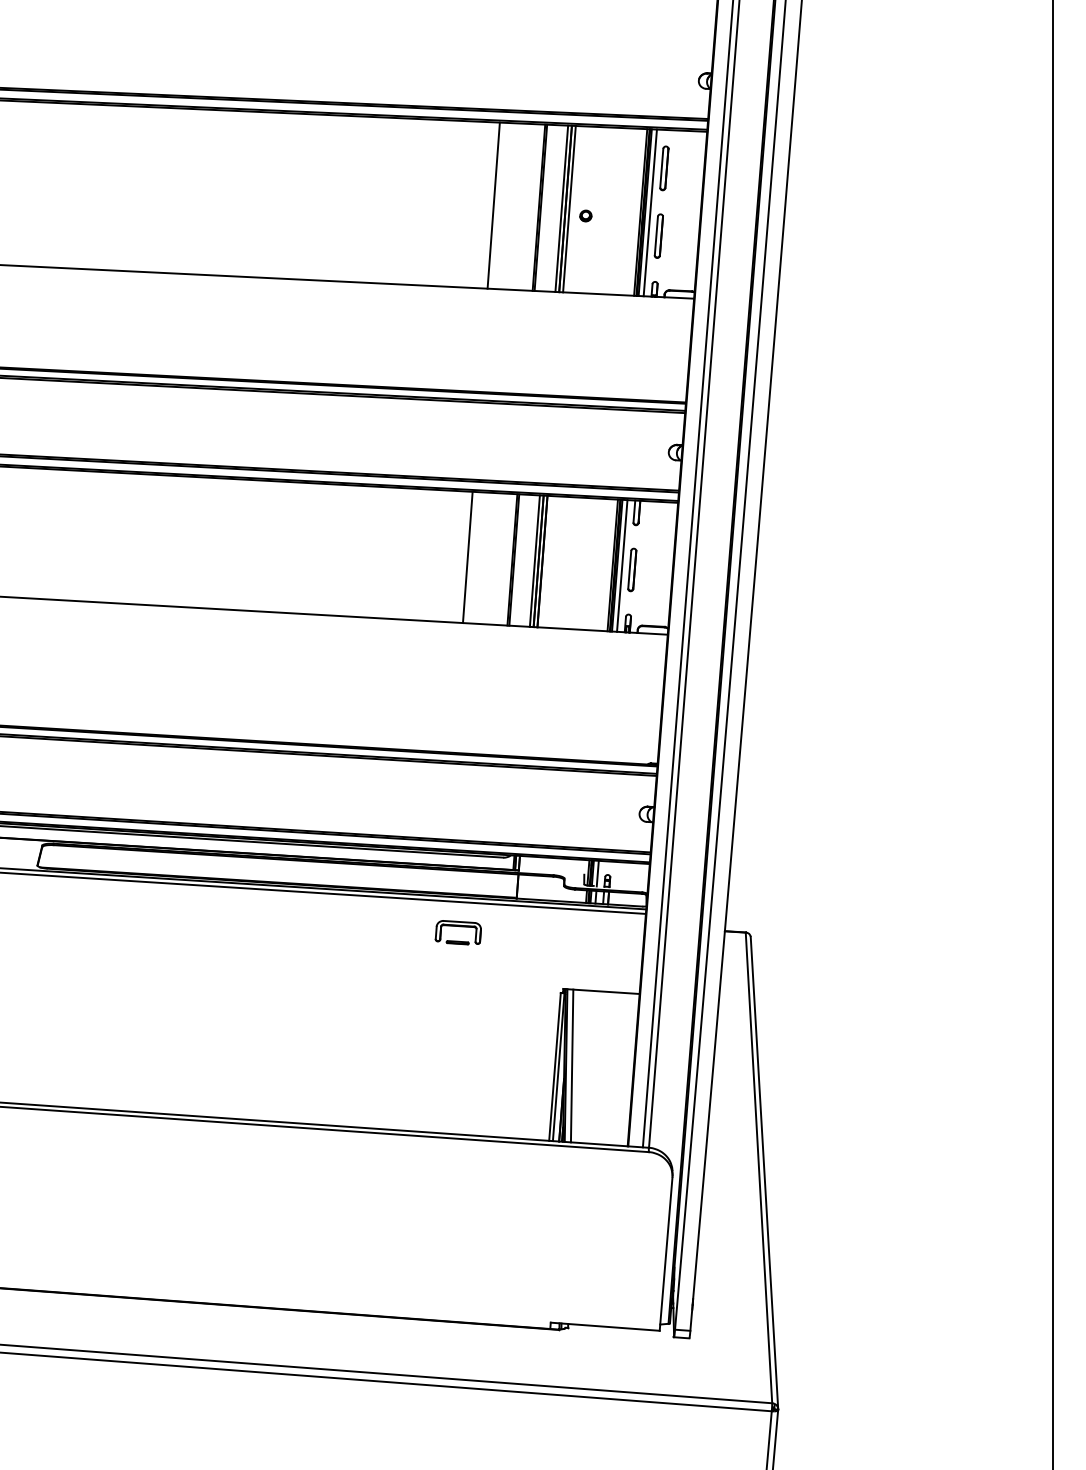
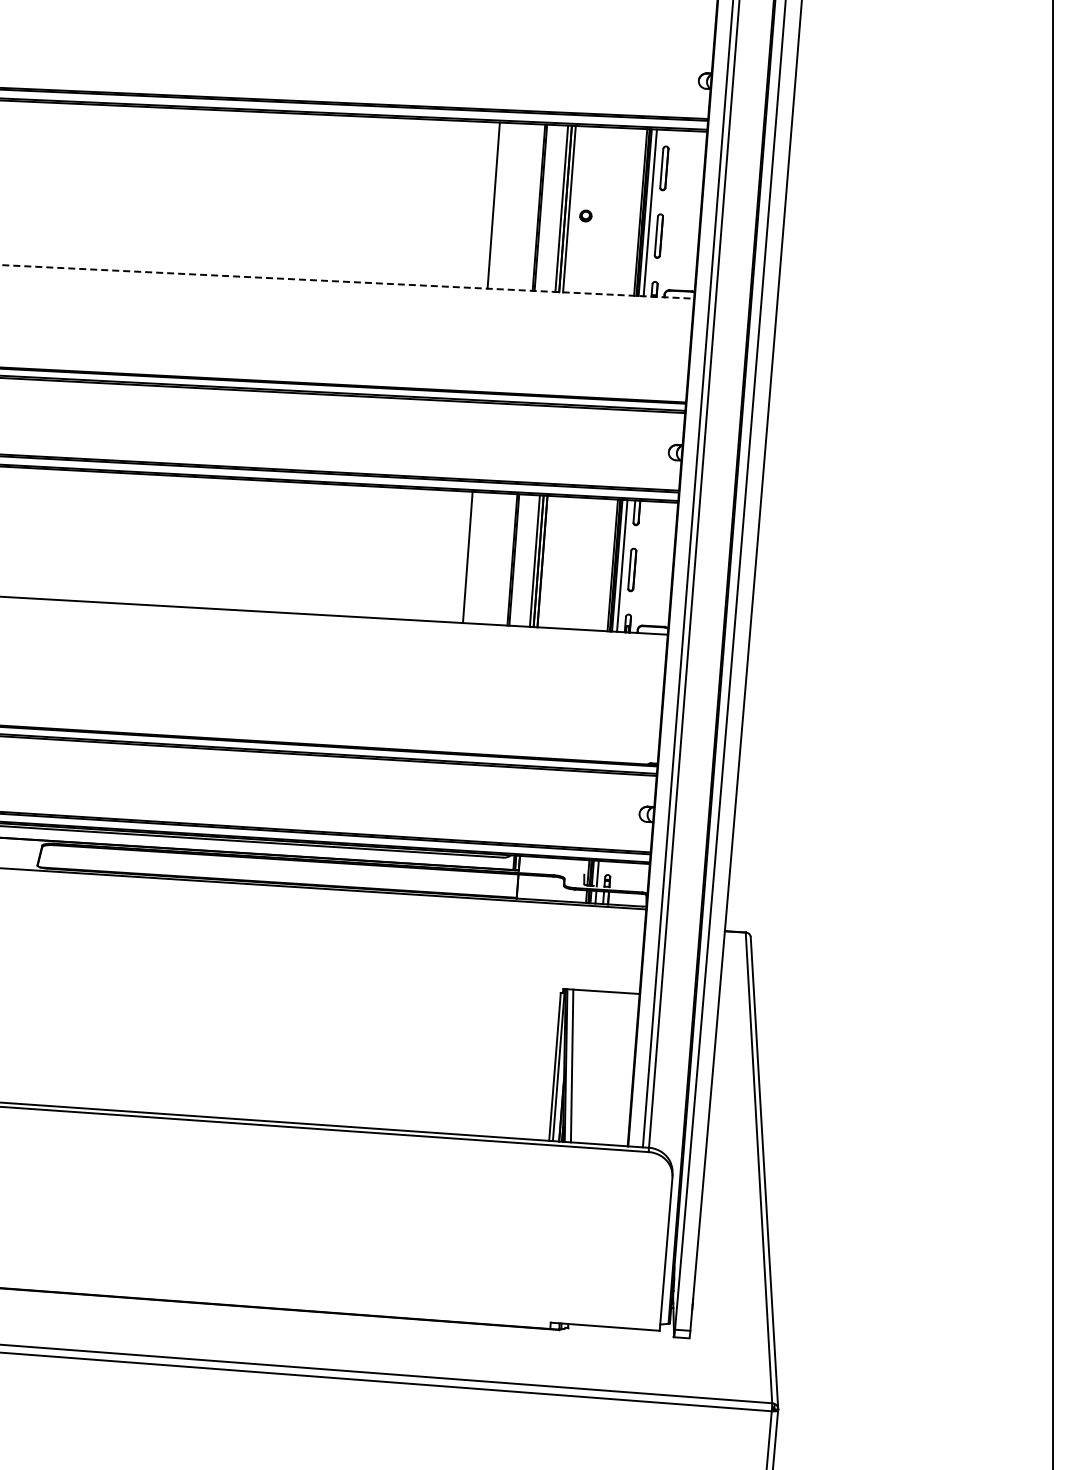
line at (347, 281): solid -> dashed
line at (323, 892): present -> none
part at (457, 932): present -> none
